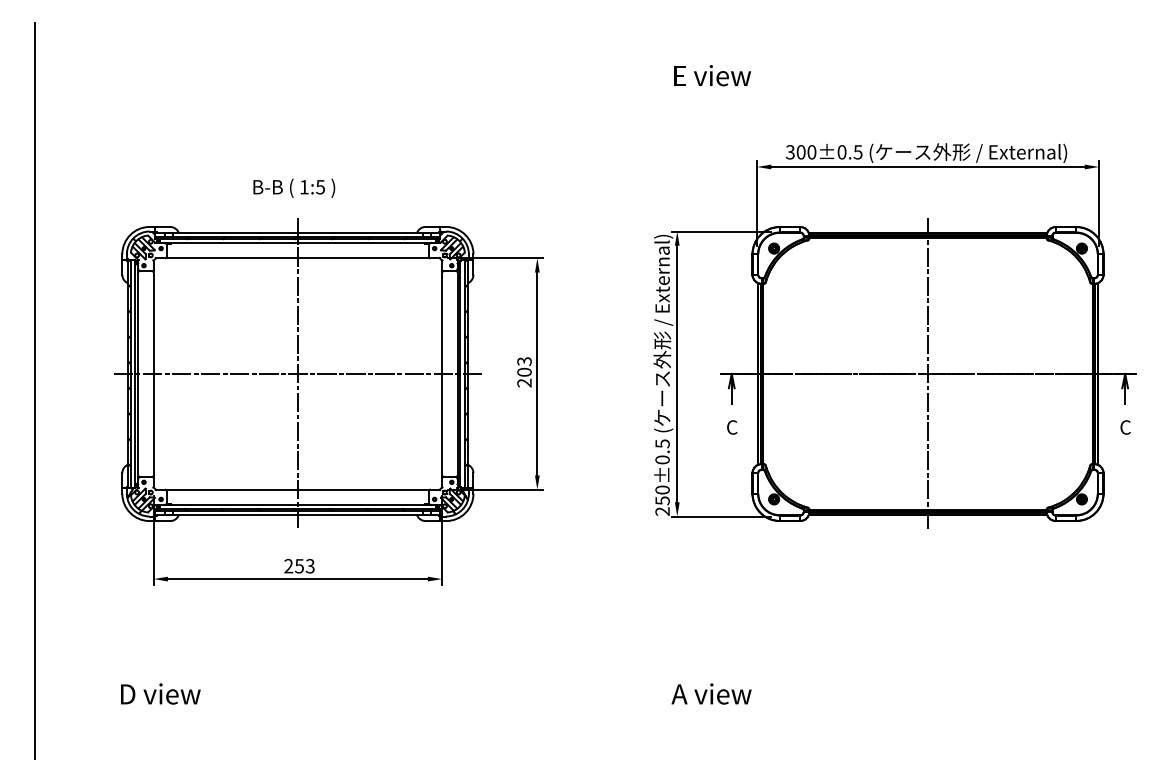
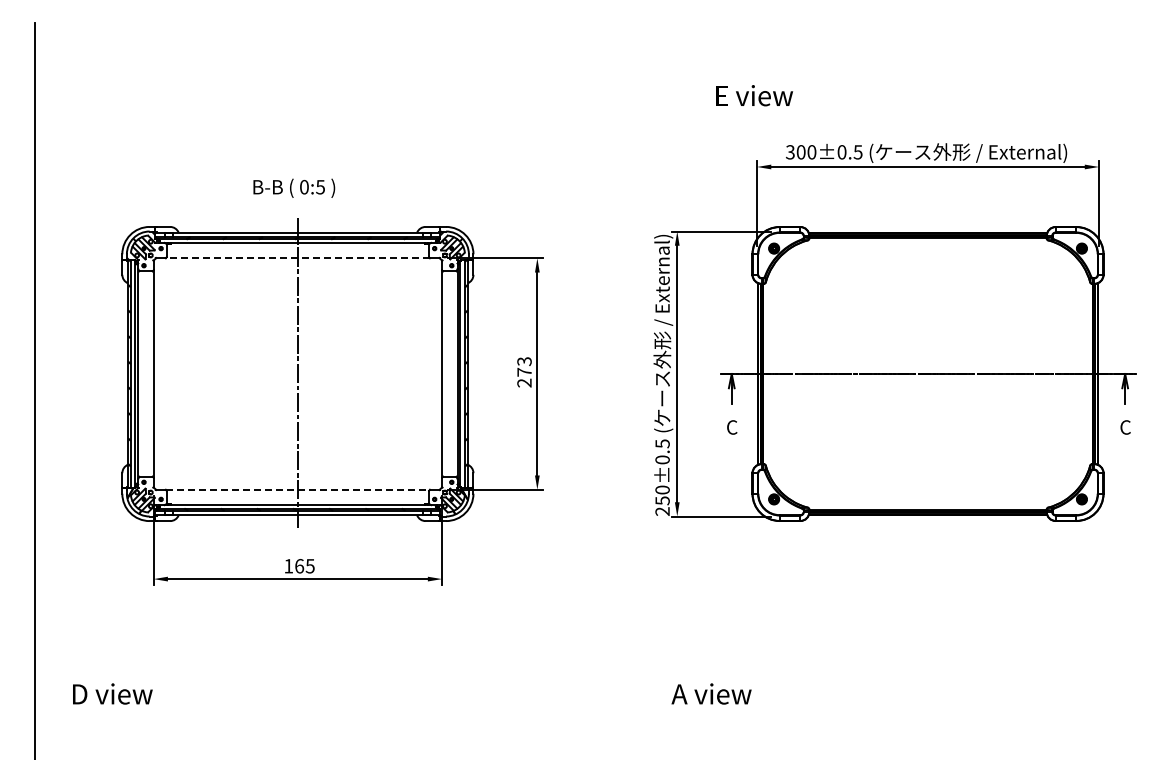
text at (712, 75) position: (712, 75) -> (754, 95)
text at (304, 186): 1:5 -> 0:5
line at (297, 258): solid -> dashed
text at (524, 371): 203 -> 273
line at (928, 373): present -> none
line at (297, 374): present -> none
line at (298, 489): solid -> dashed
text at (299, 566): 253 -> 165
text at (160, 693) position: (160, 693) -> (112, 693)
